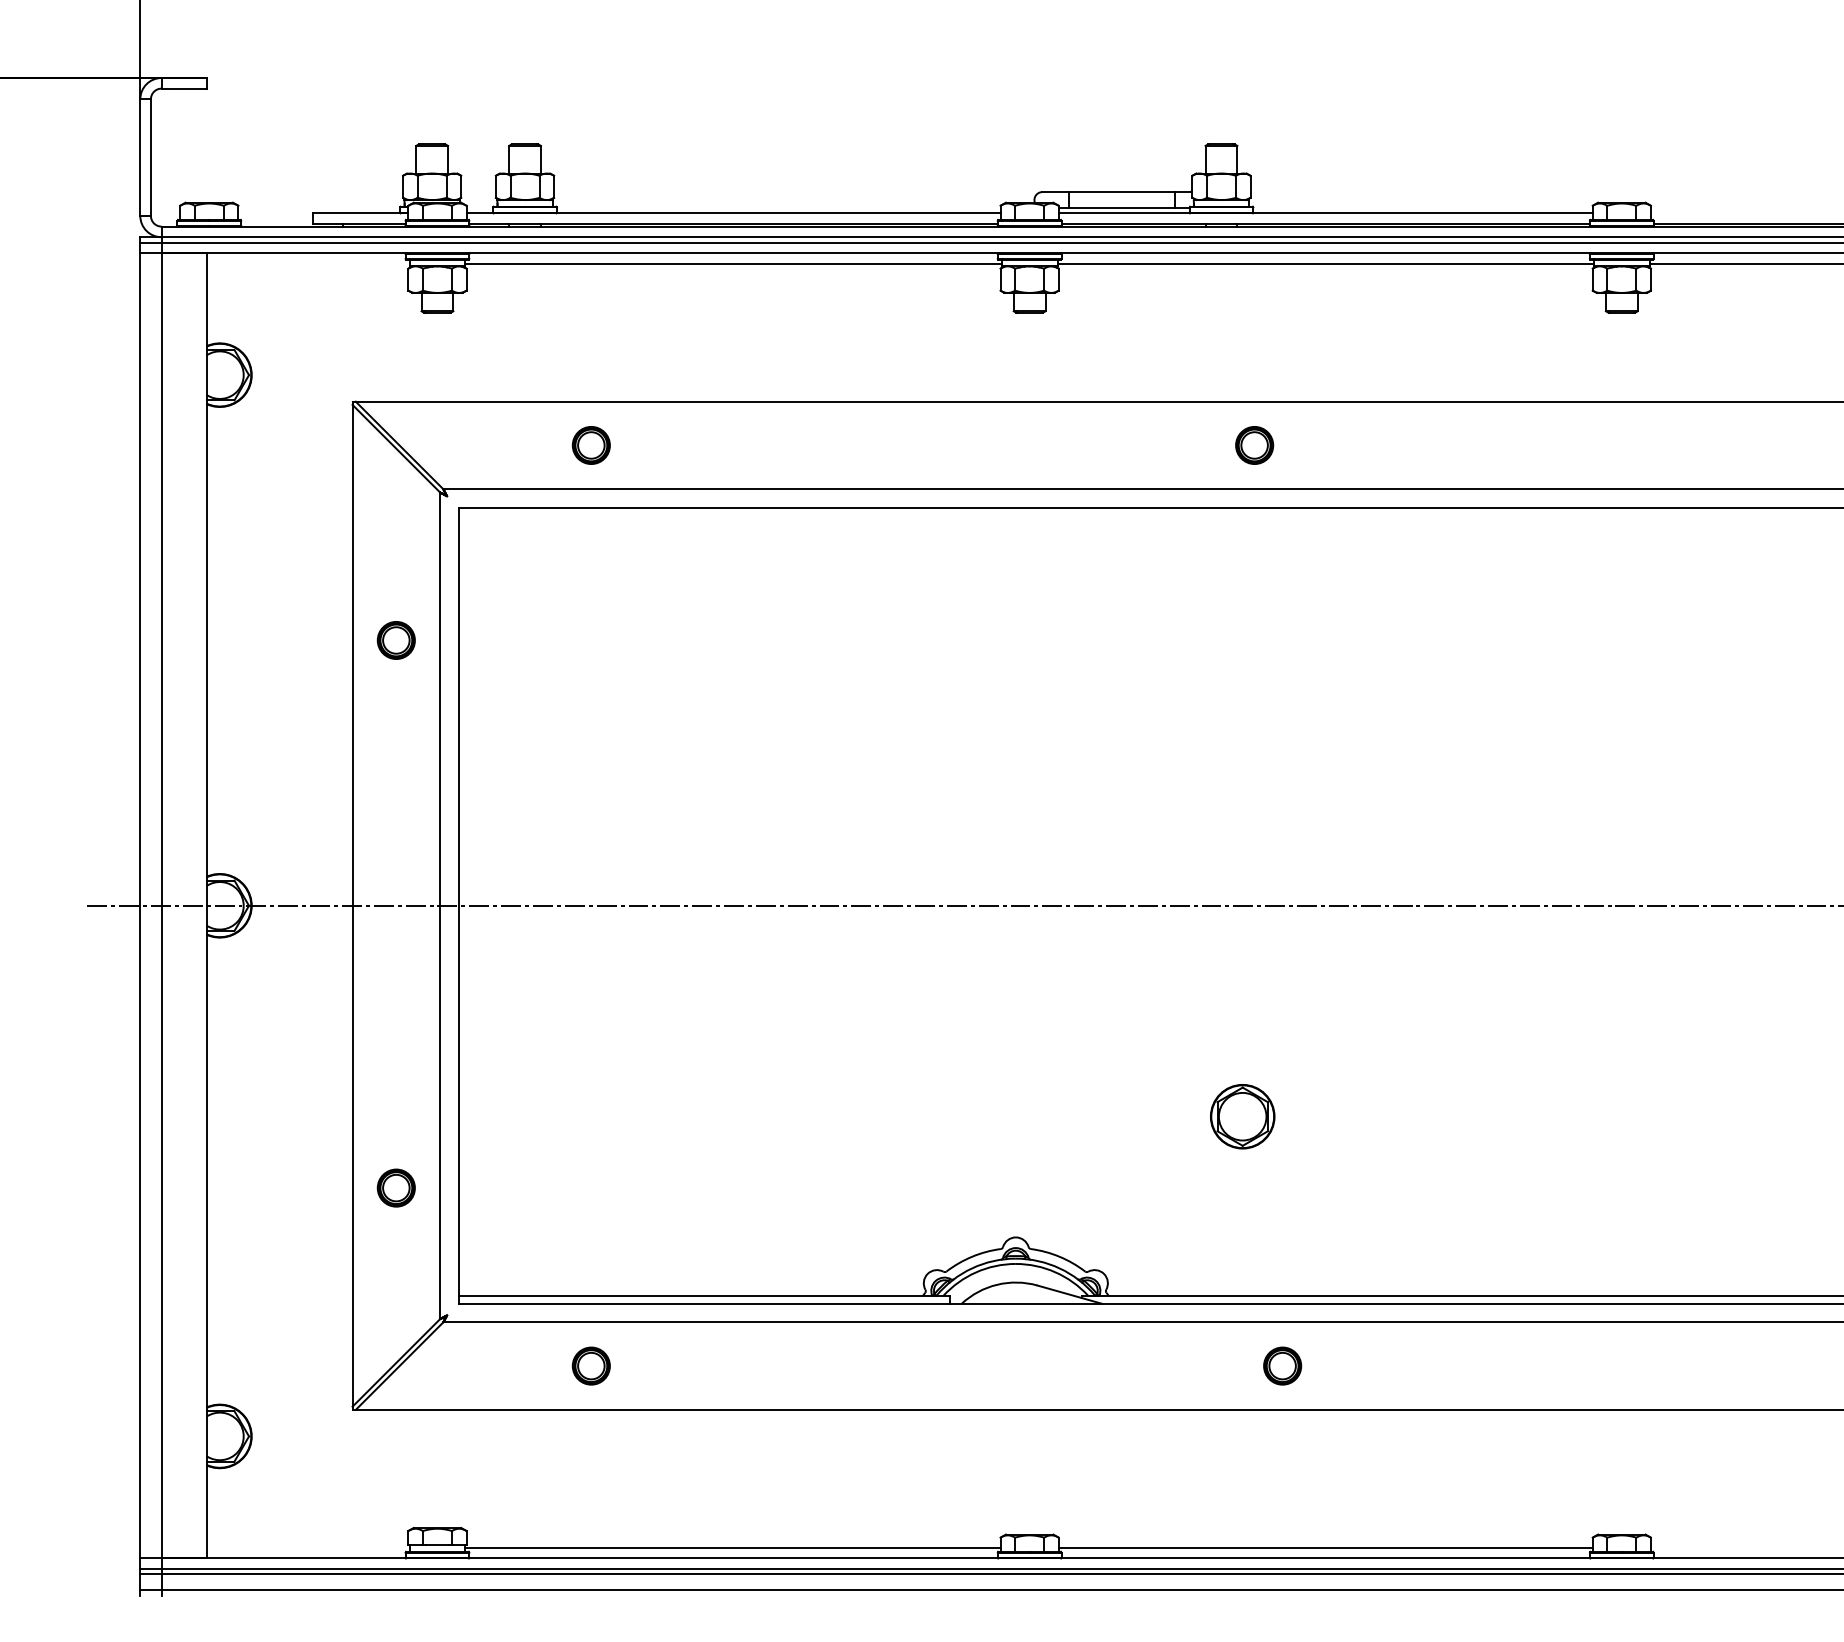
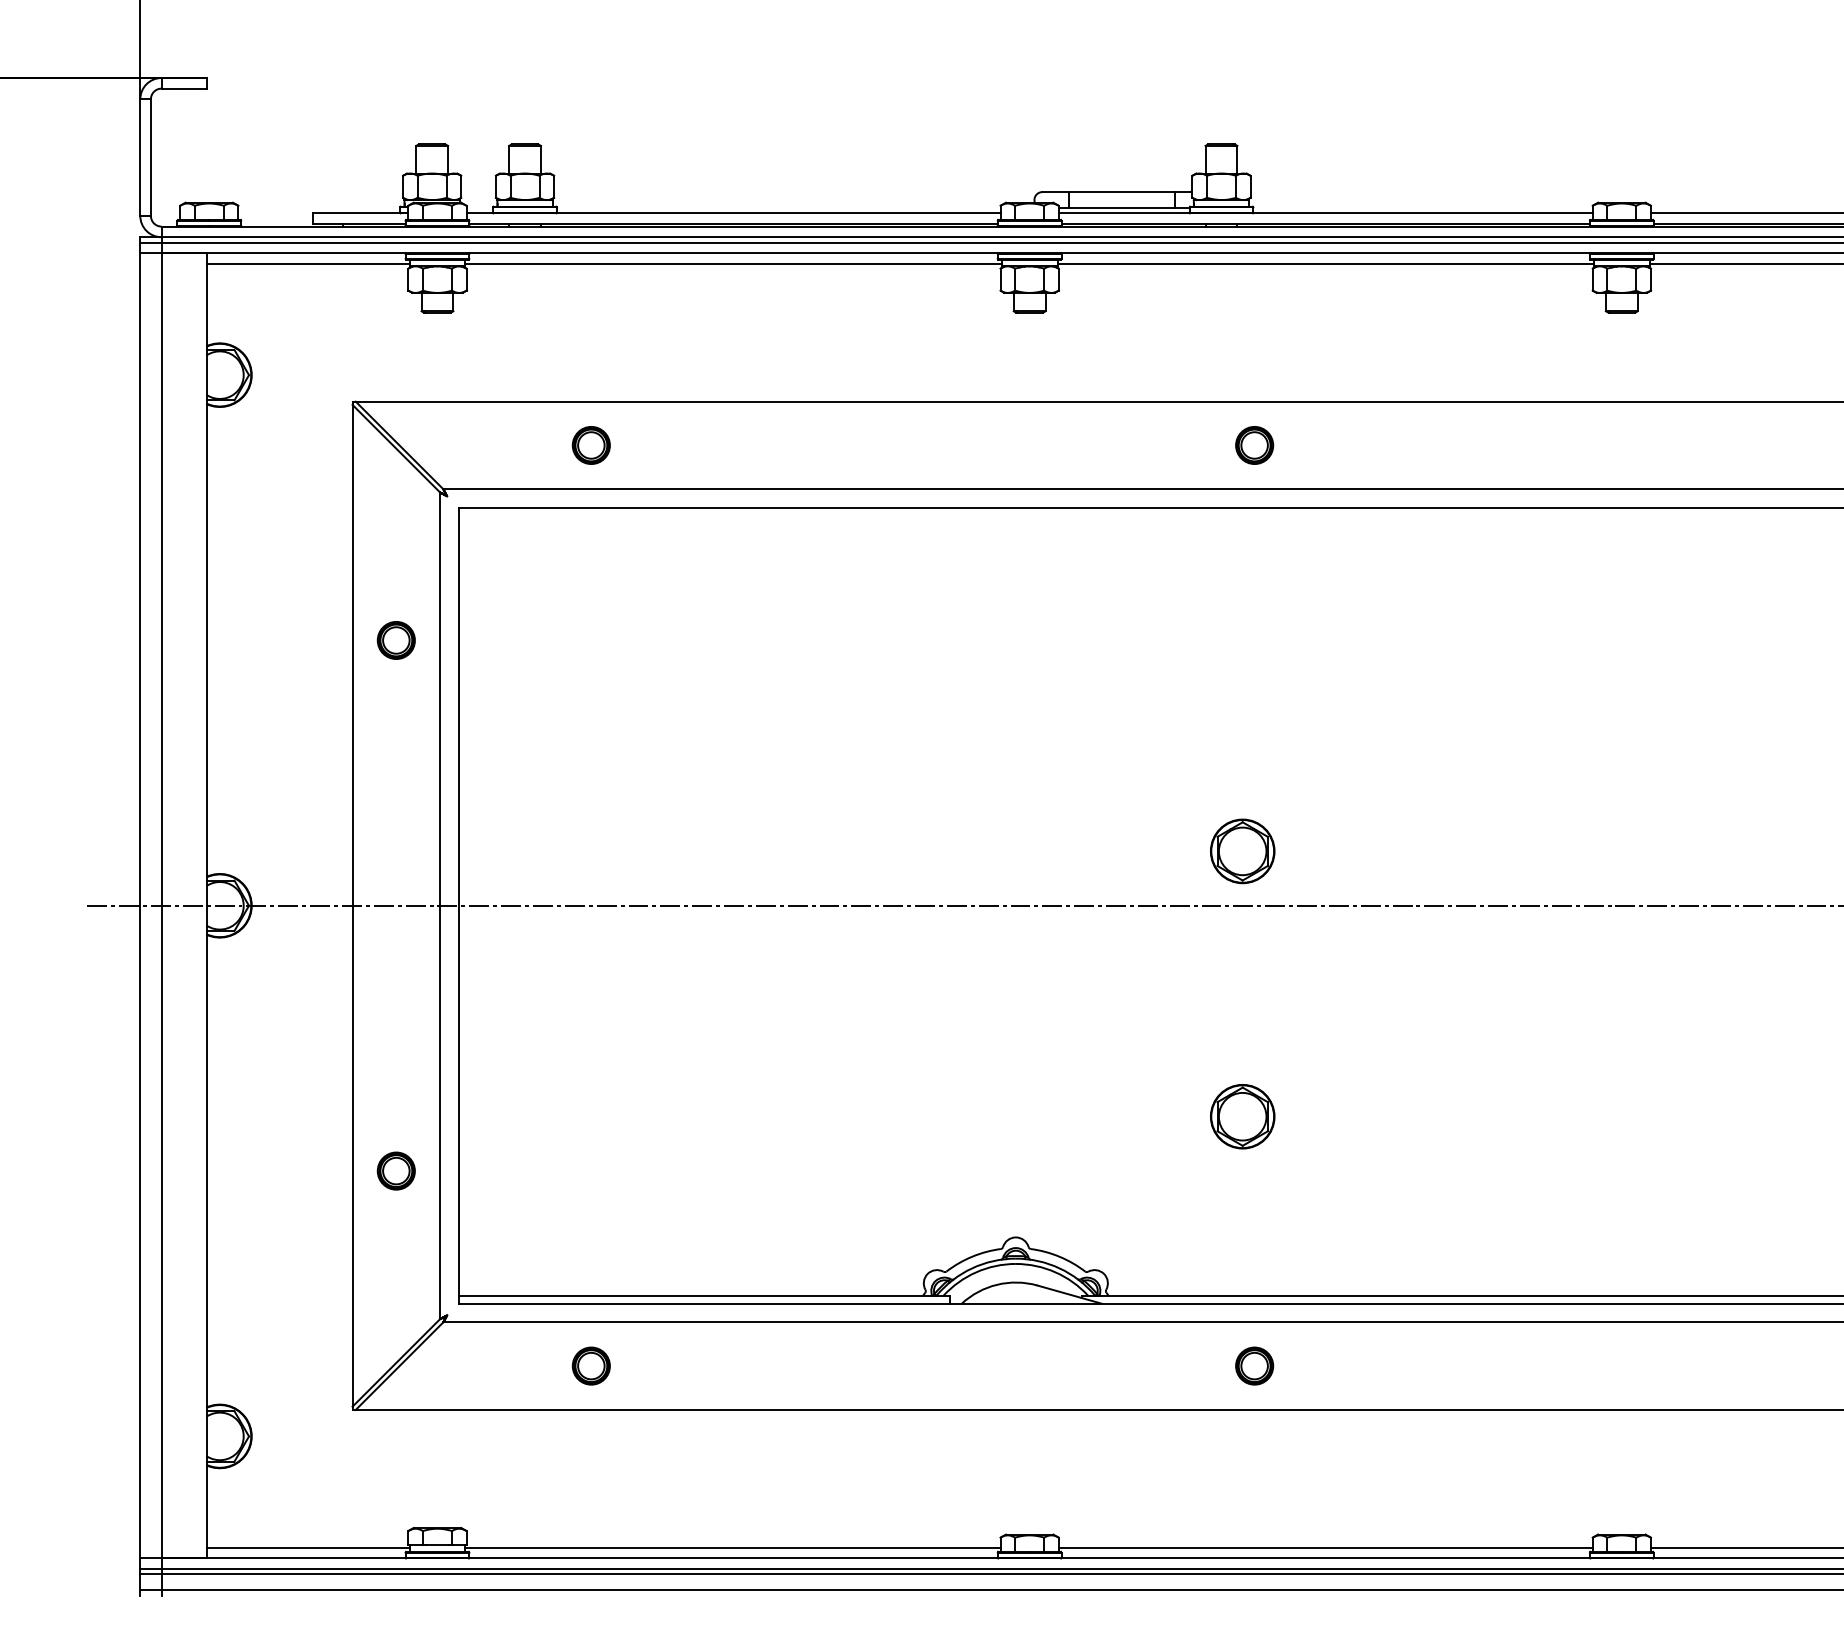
line at (1745, 213): none -> present
line at (307, 263): none -> present
part at (1242, 851): none -> present
part at (395, 1187) position: (395, 1187) -> (395, 1170)
part at (1282, 1365) position: (1282, 1365) -> (1254, 1365)
line at (307, 1547): none -> present
line at (1745, 1547): none -> present
